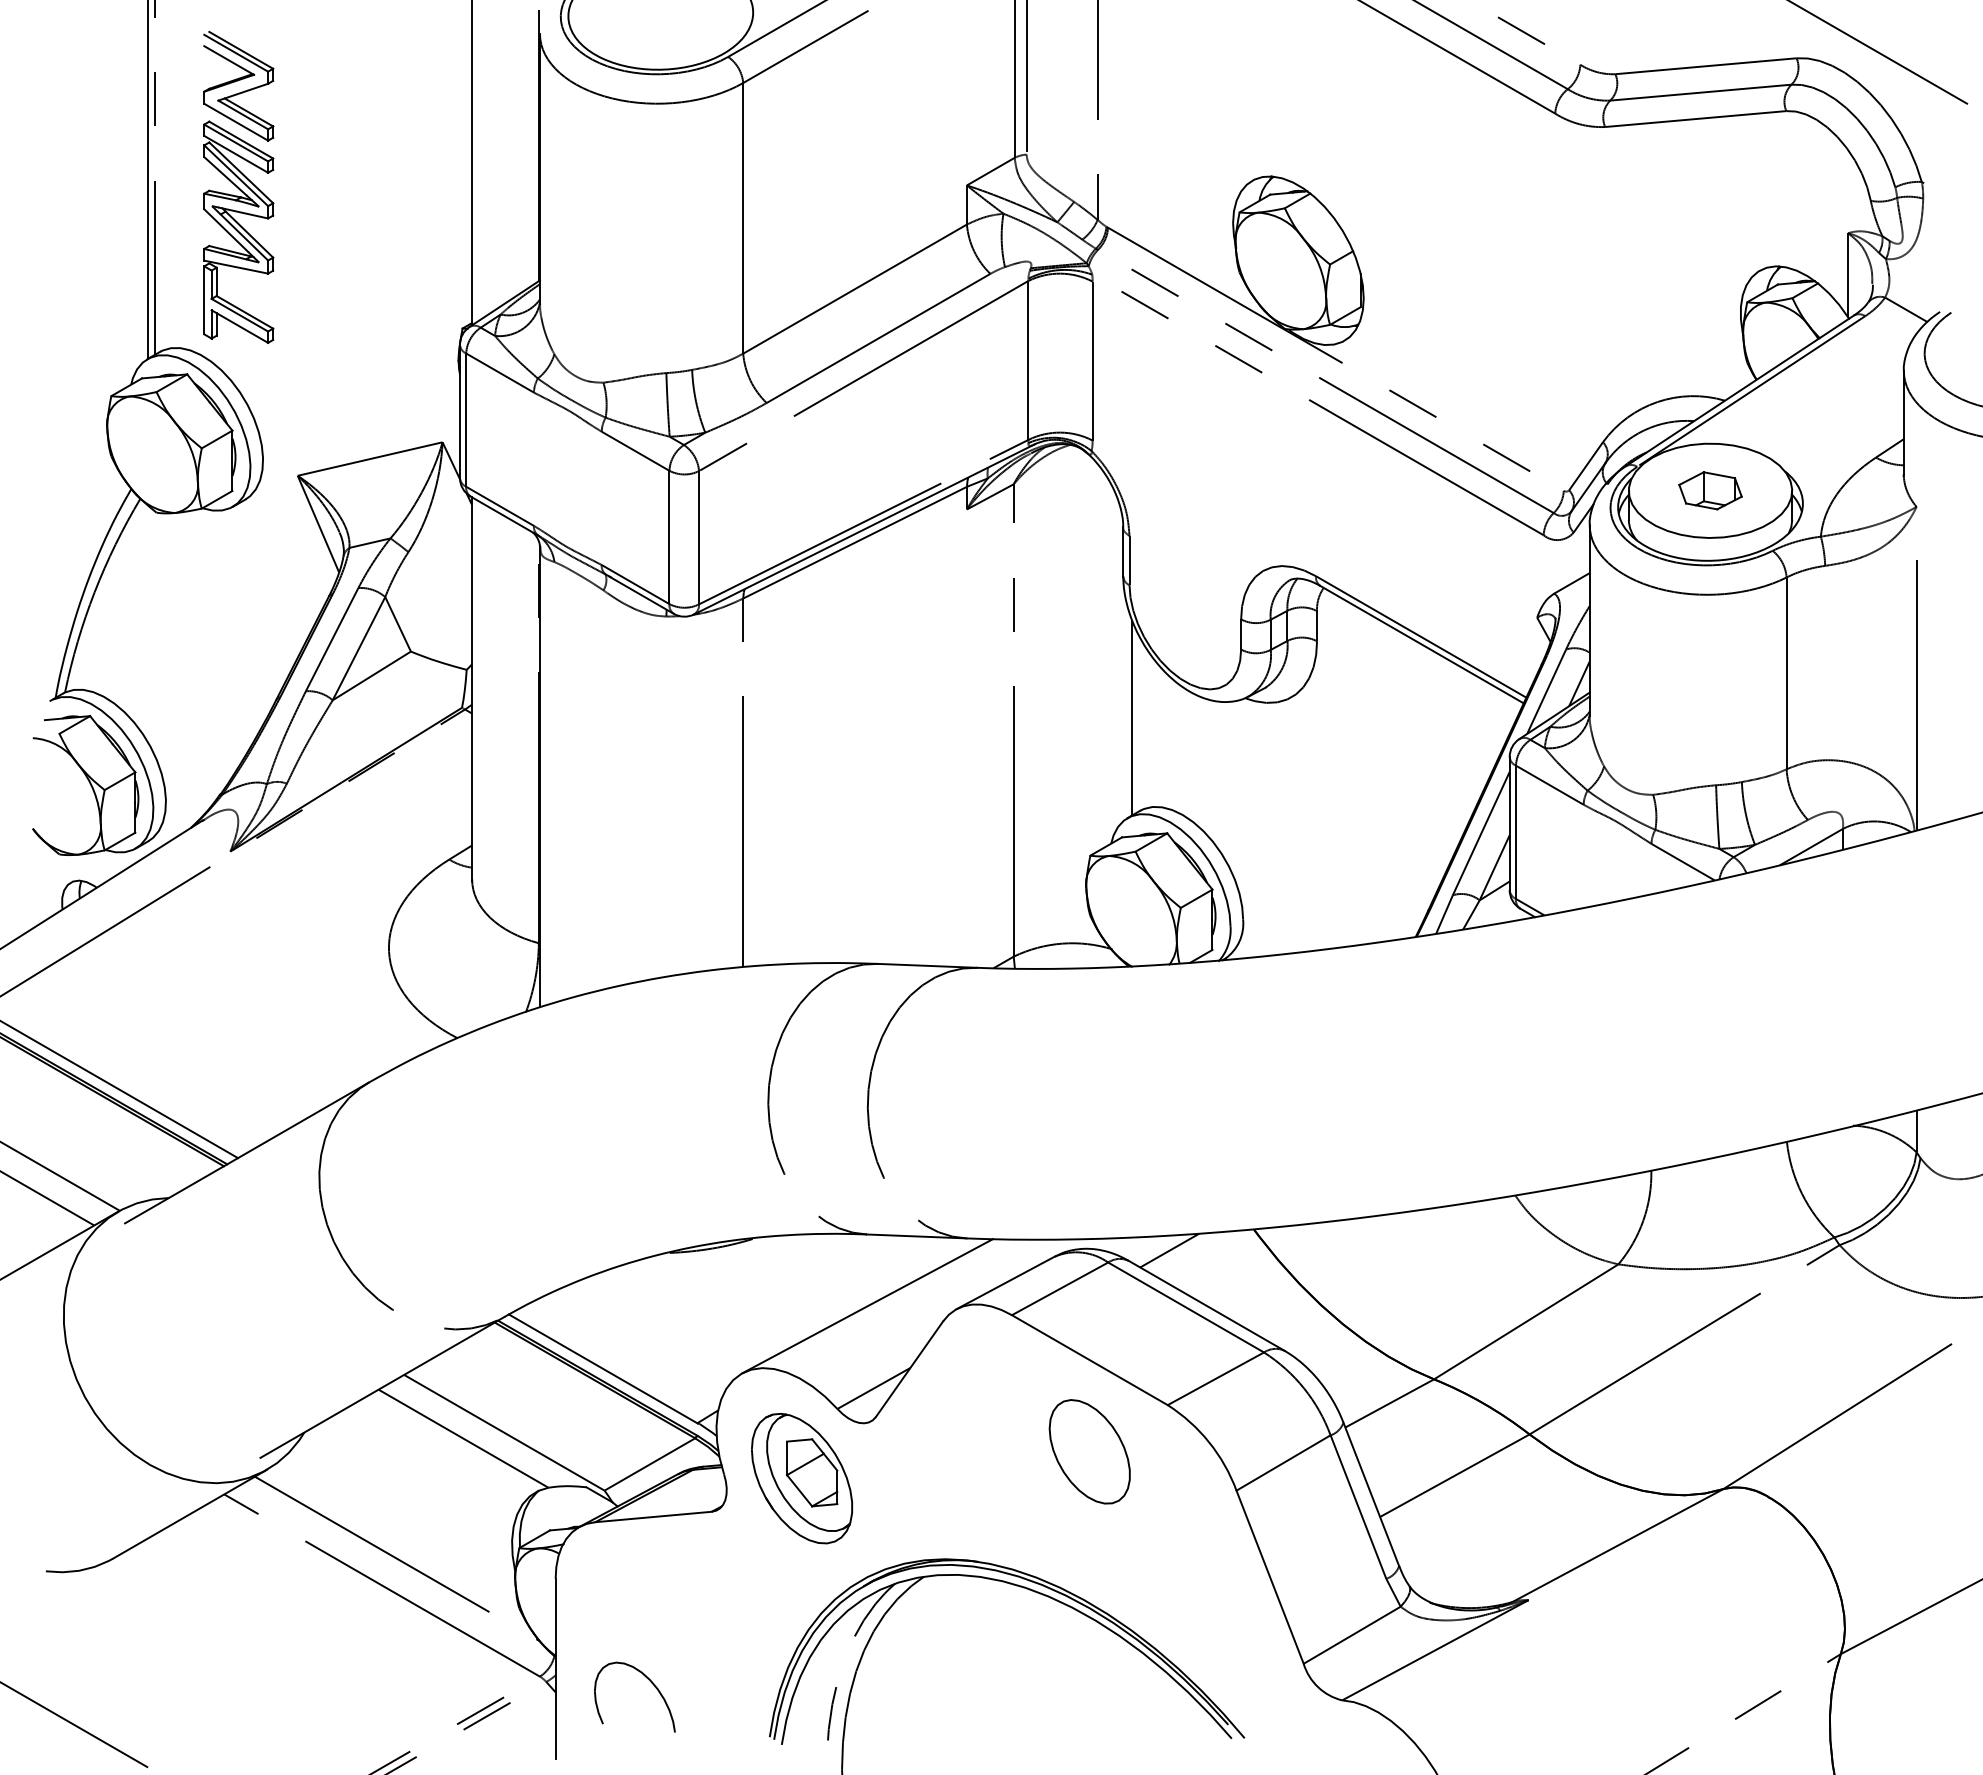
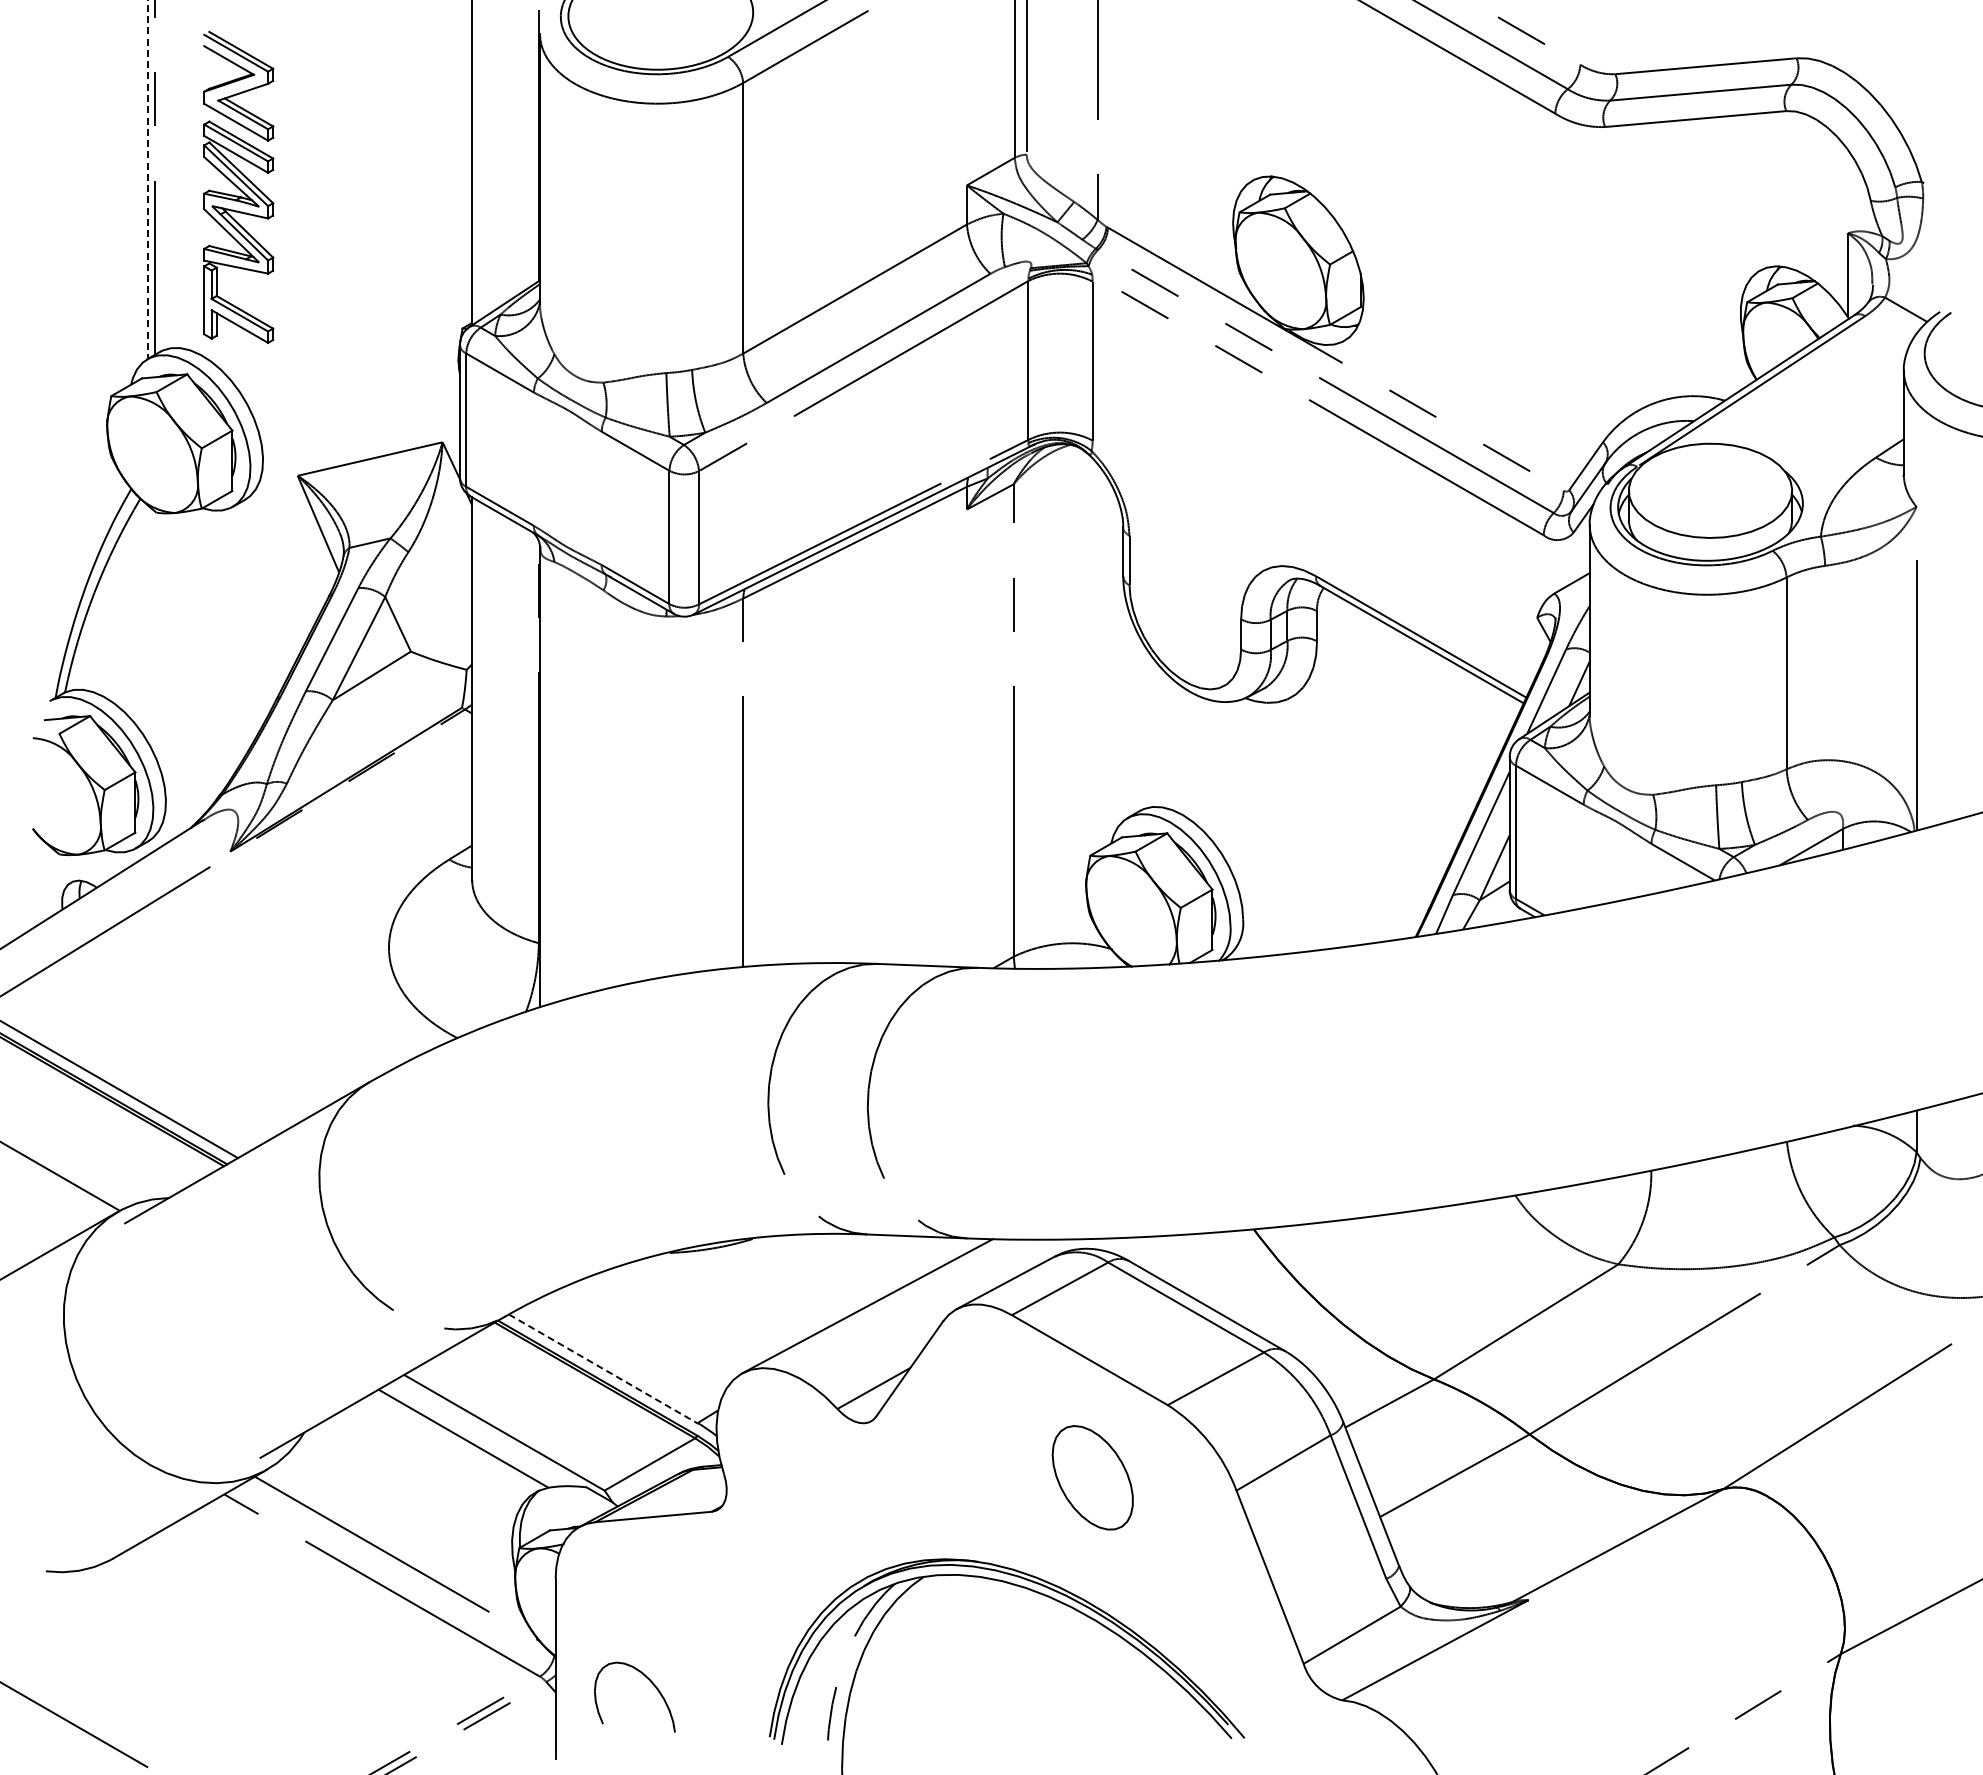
line at (1879, 53): present -> none
line at (148, 179): solid -> dashed
part at (1710, 490): present -> none
line at (1132, 717): present -> none
line at (48, 1198): present -> none
line at (1169, 1250): present -> none
line at (603, 1368): solid -> dashed
part at (1089, 1451) position: (1089, 1451) -> (1092, 1477)
part at (801, 1478): present -> none
